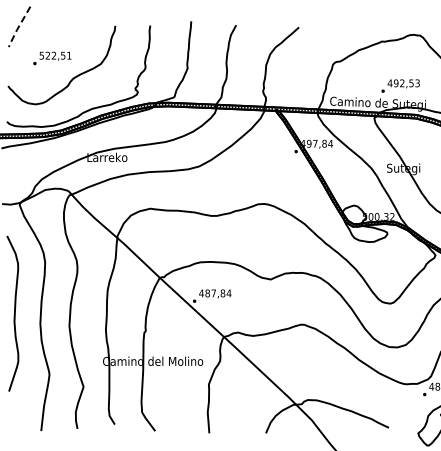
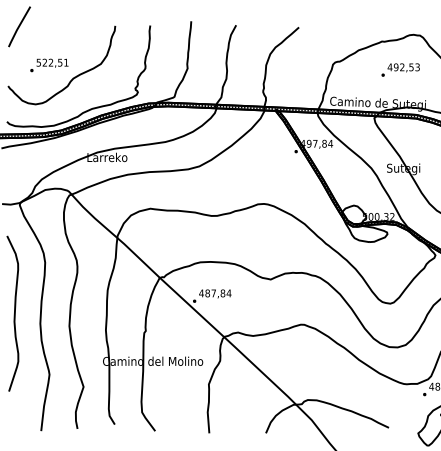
line at (18, 27): dashed -> solid
text at (52, 58) position: (52, 58) -> (49, 65)
text at (400, 85) position: (400, 85) -> (400, 69)
